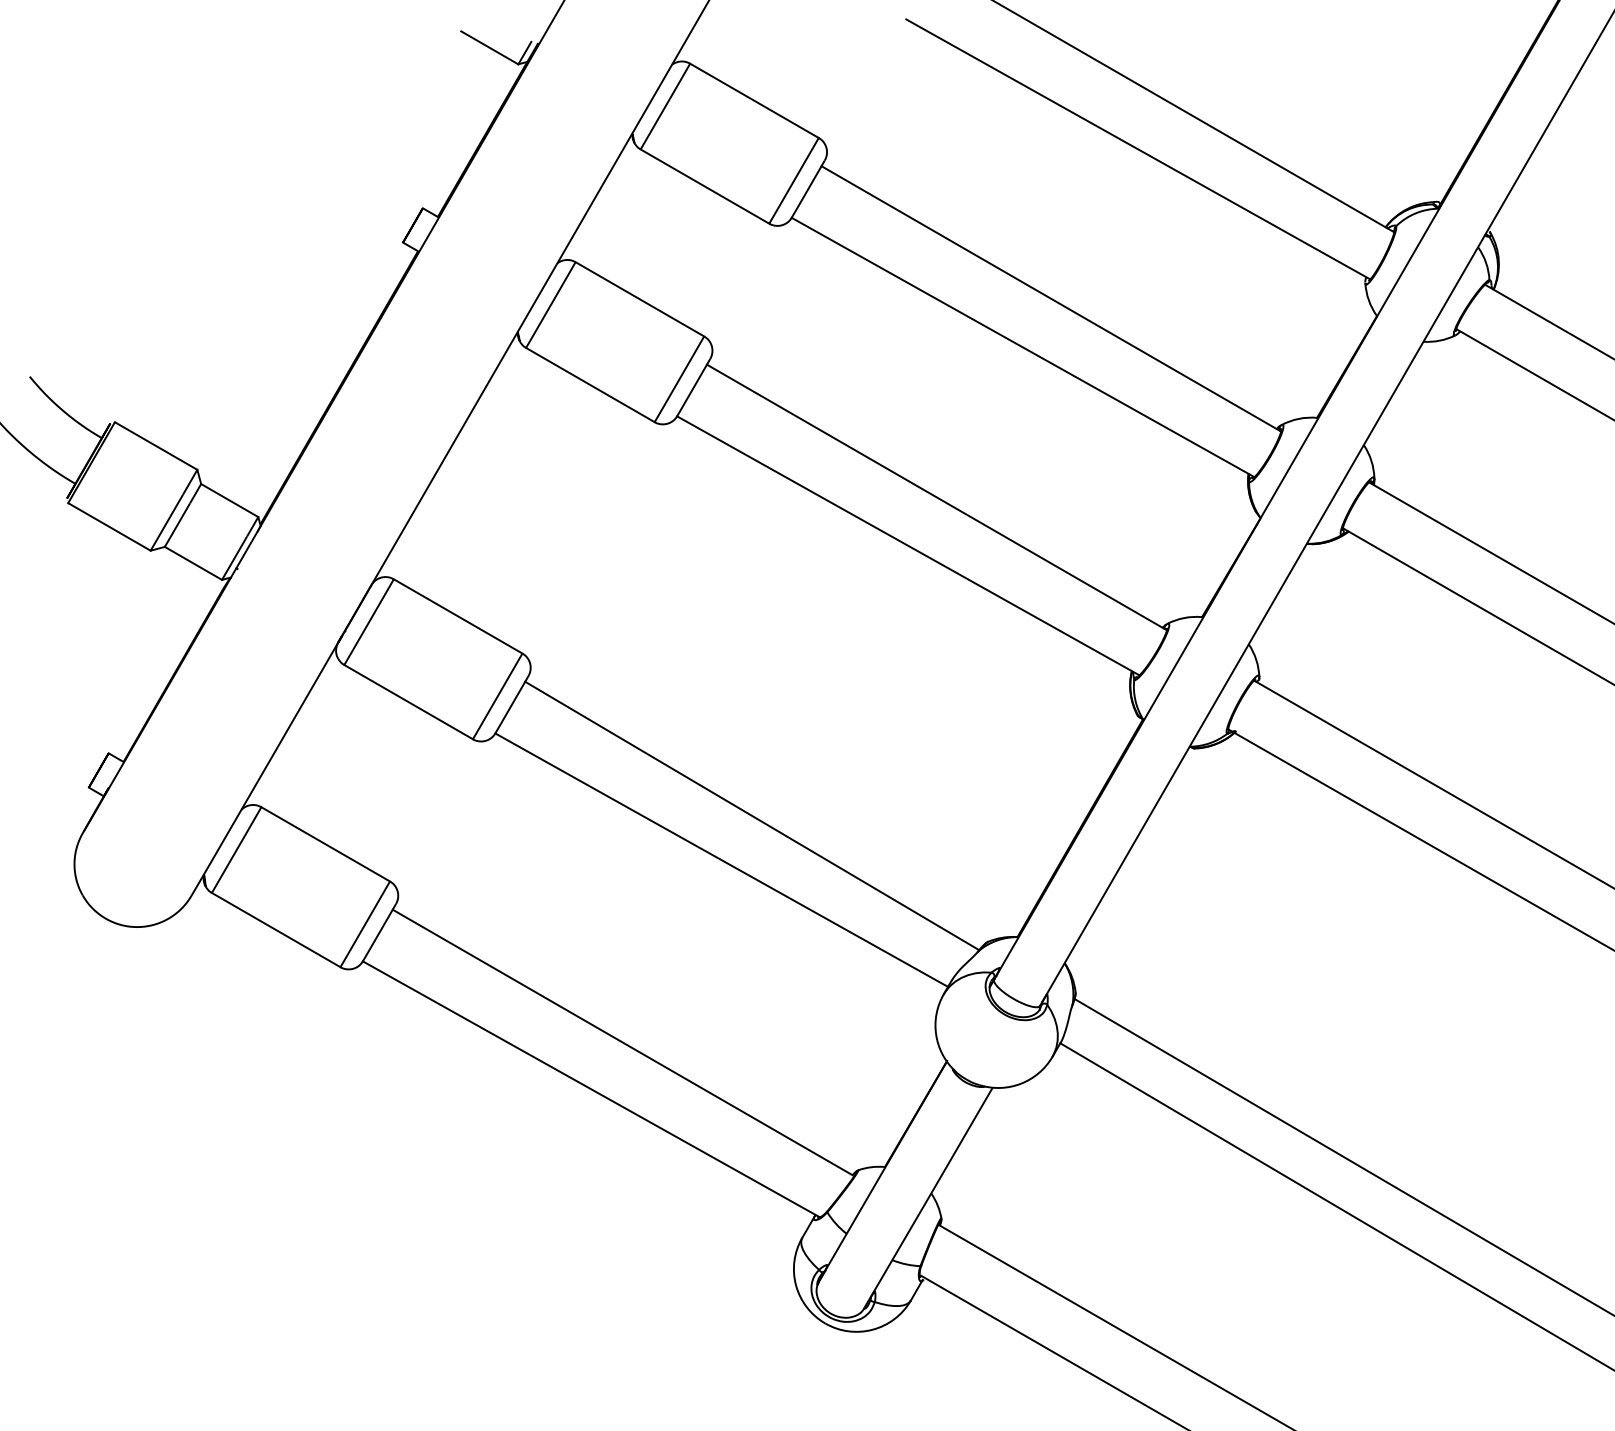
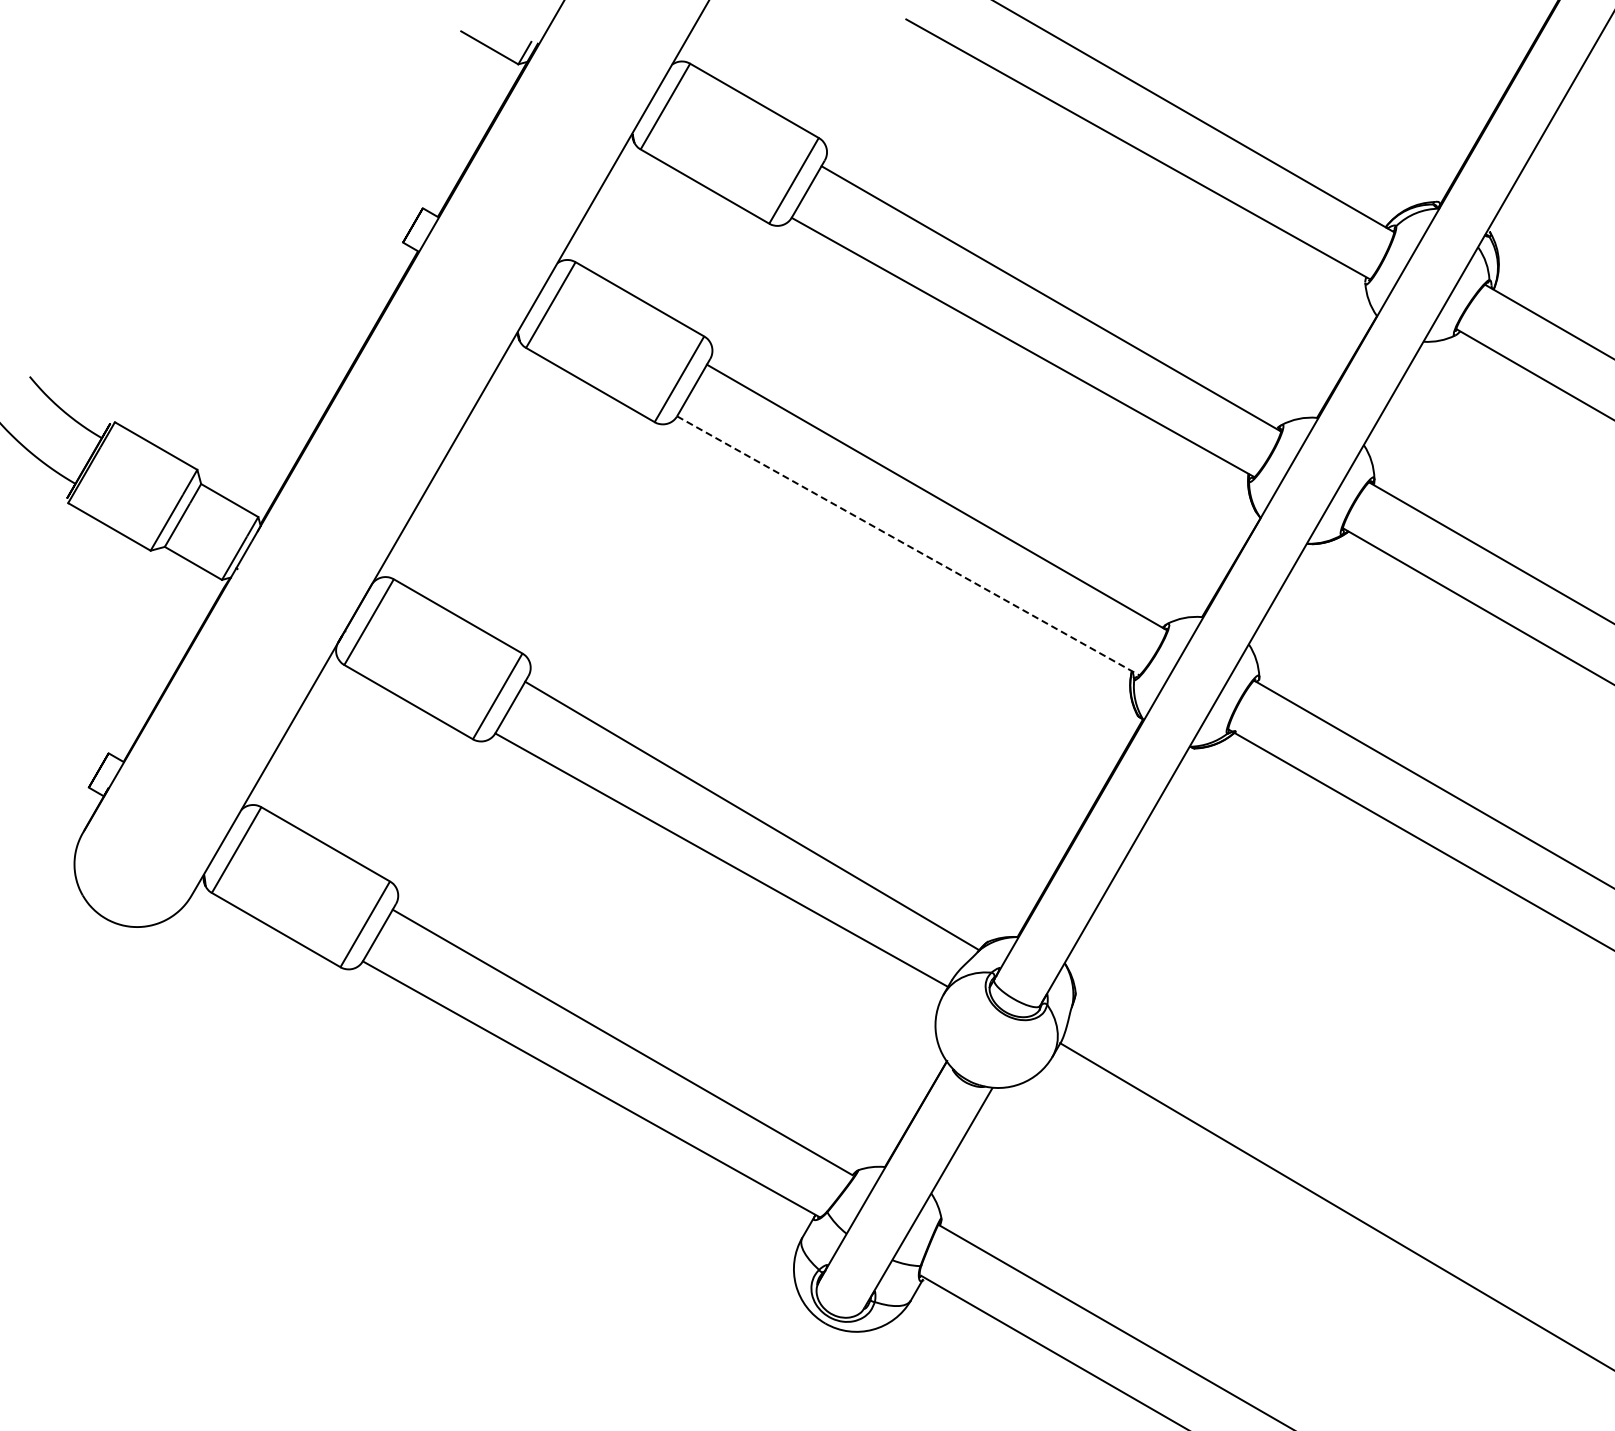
line at (908, 546): solid -> dashed
line at (1342, 1156): present -> none
